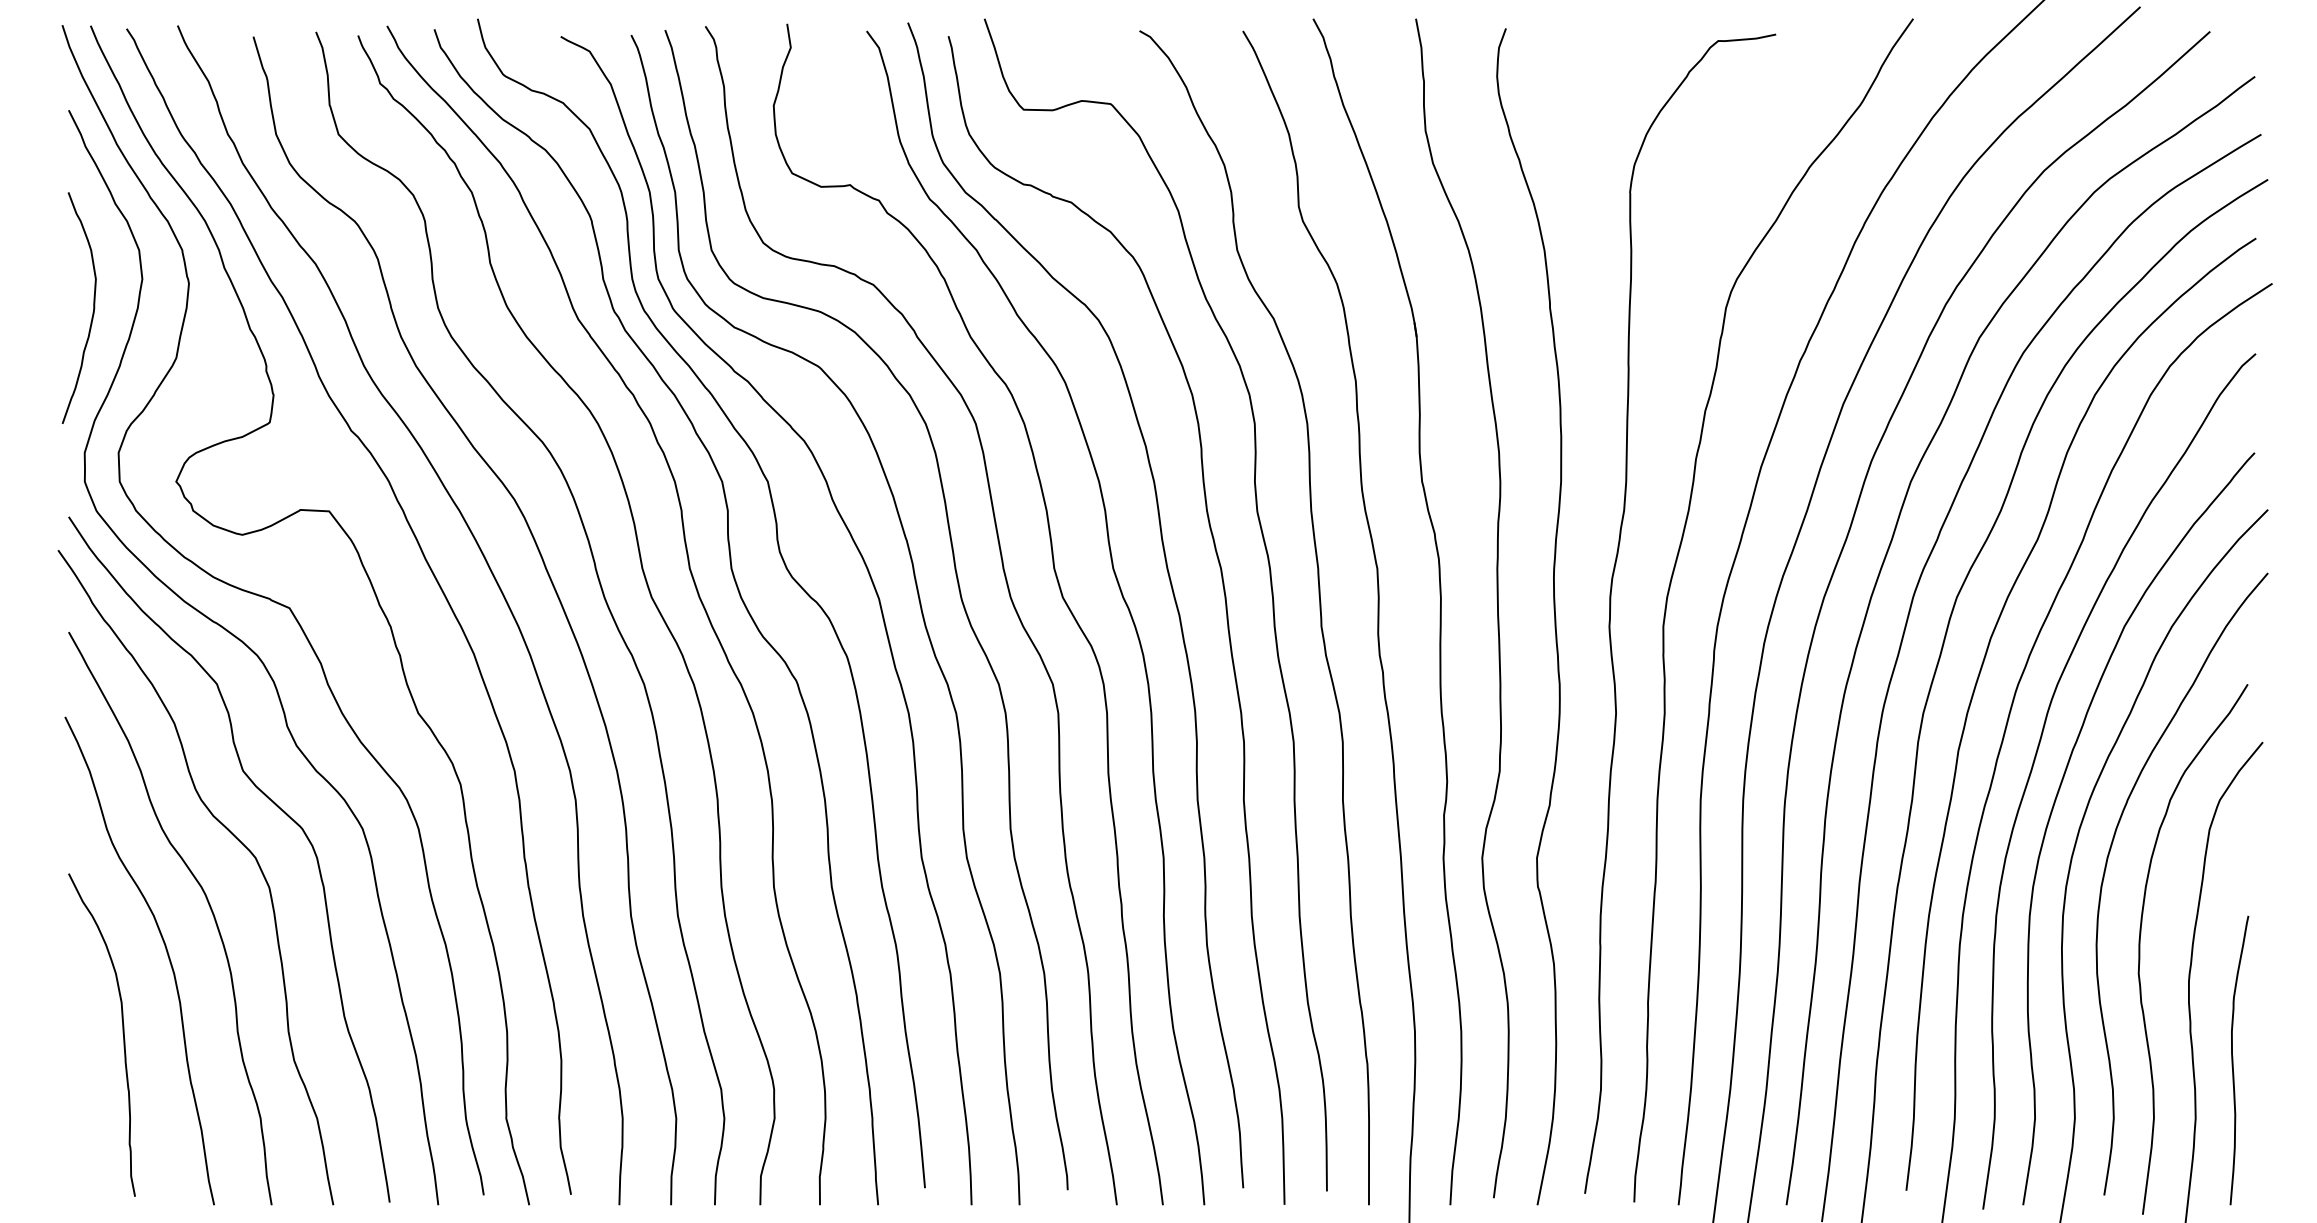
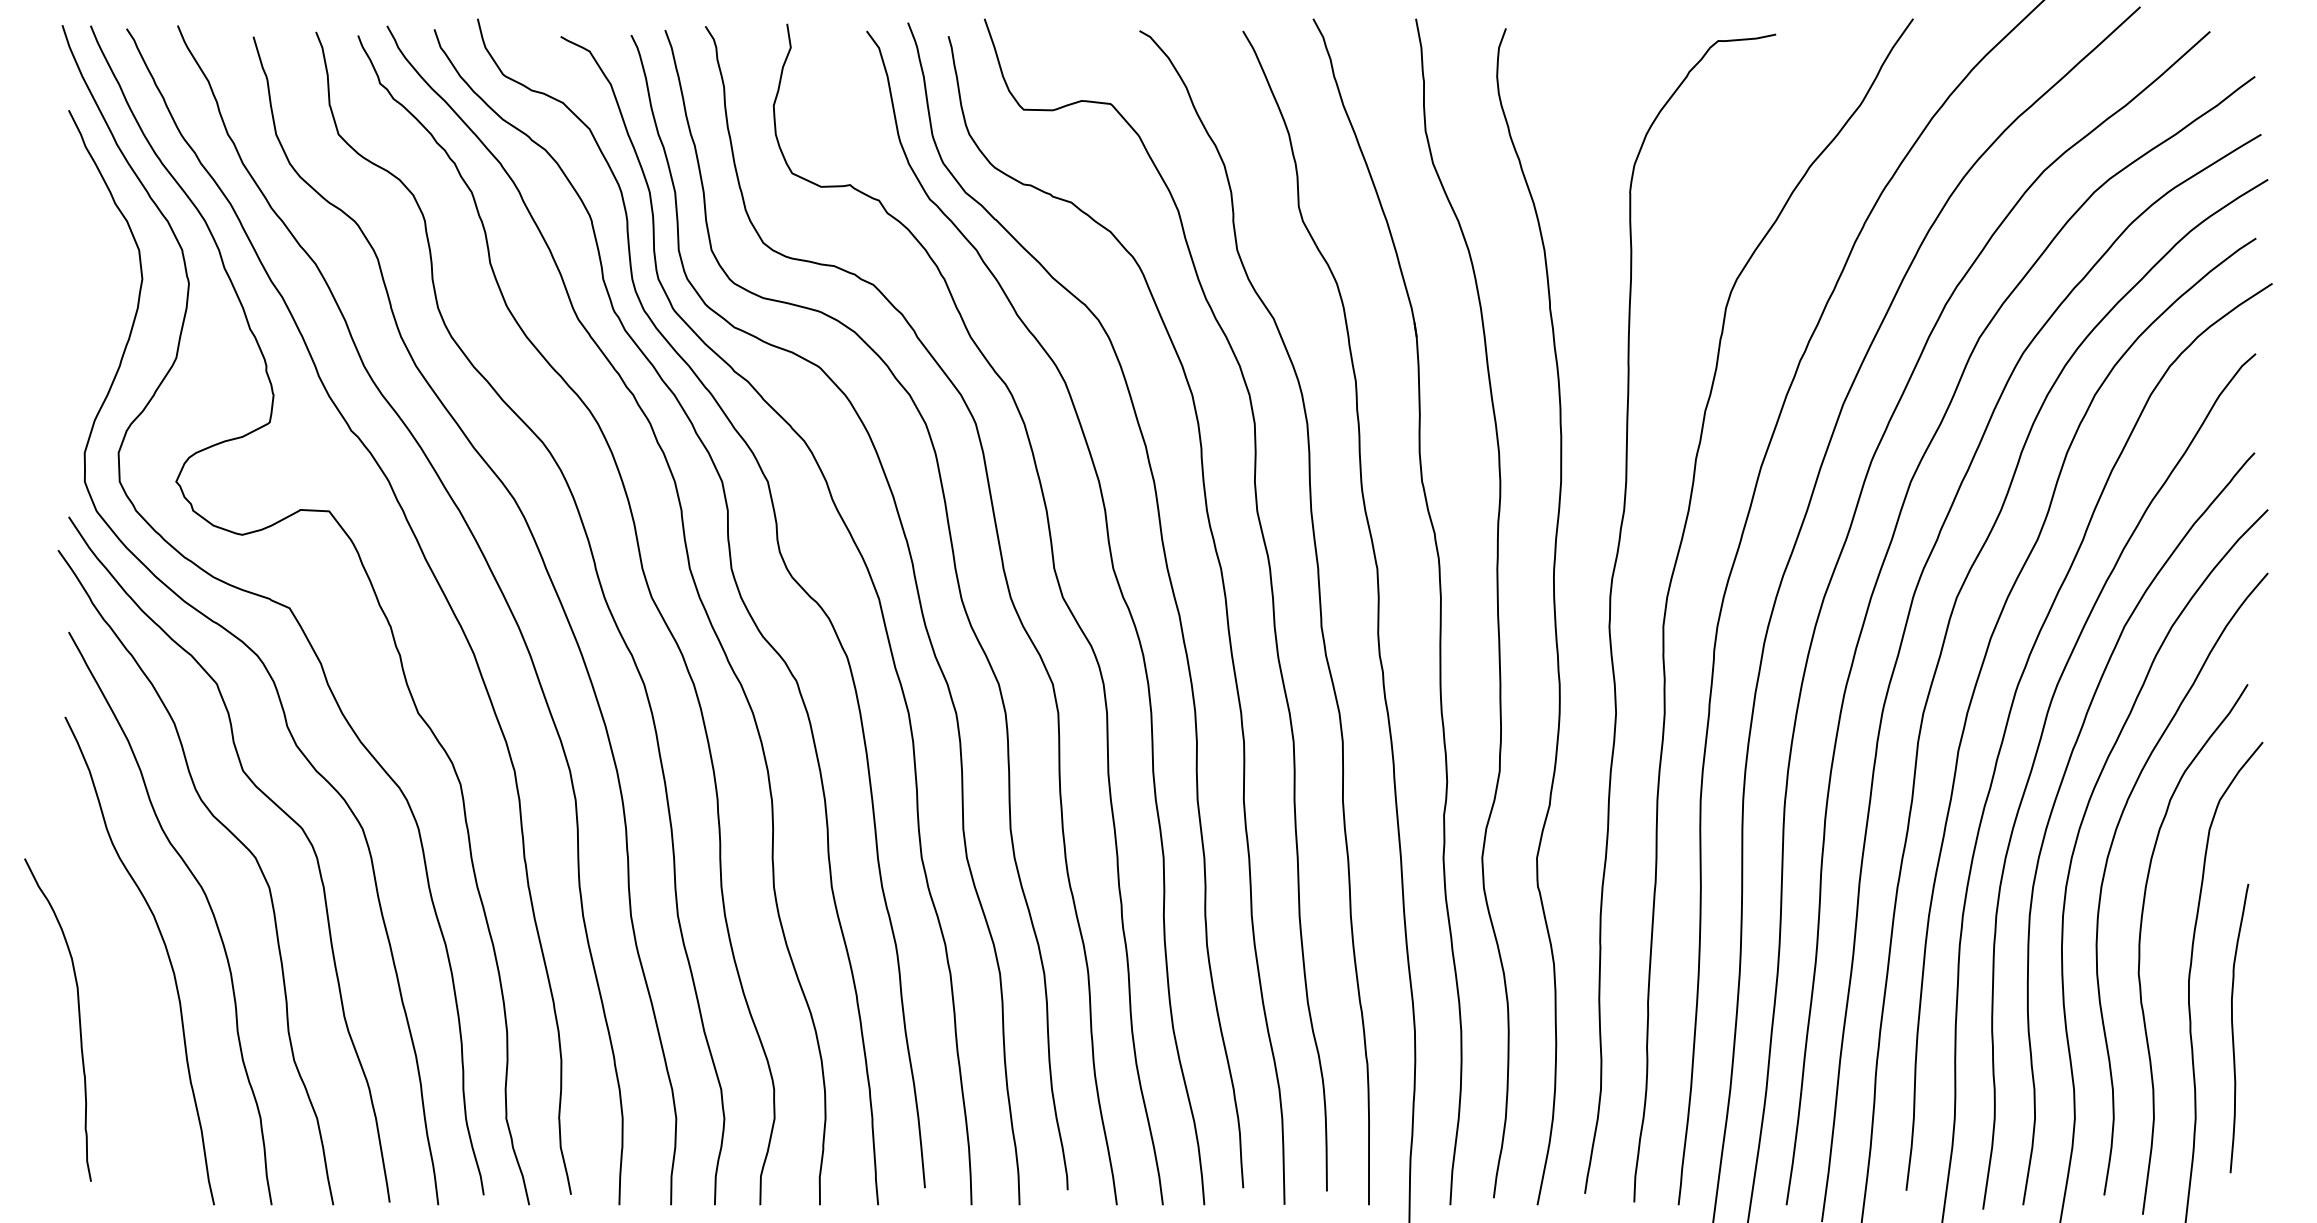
curve at (92, 312): present -> none
curve at (122, 1033) position: (122, 1033) -> (78, 1018)
curve at (2233, 1060) position: (2233, 1060) -> (2233, 1028)
